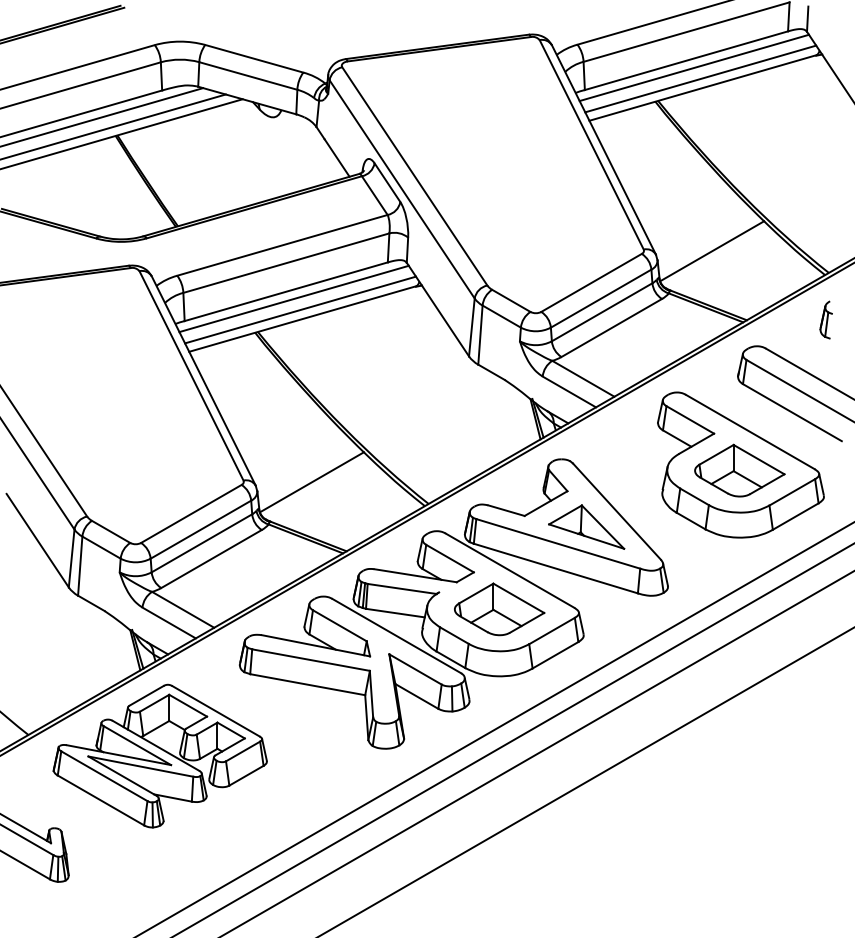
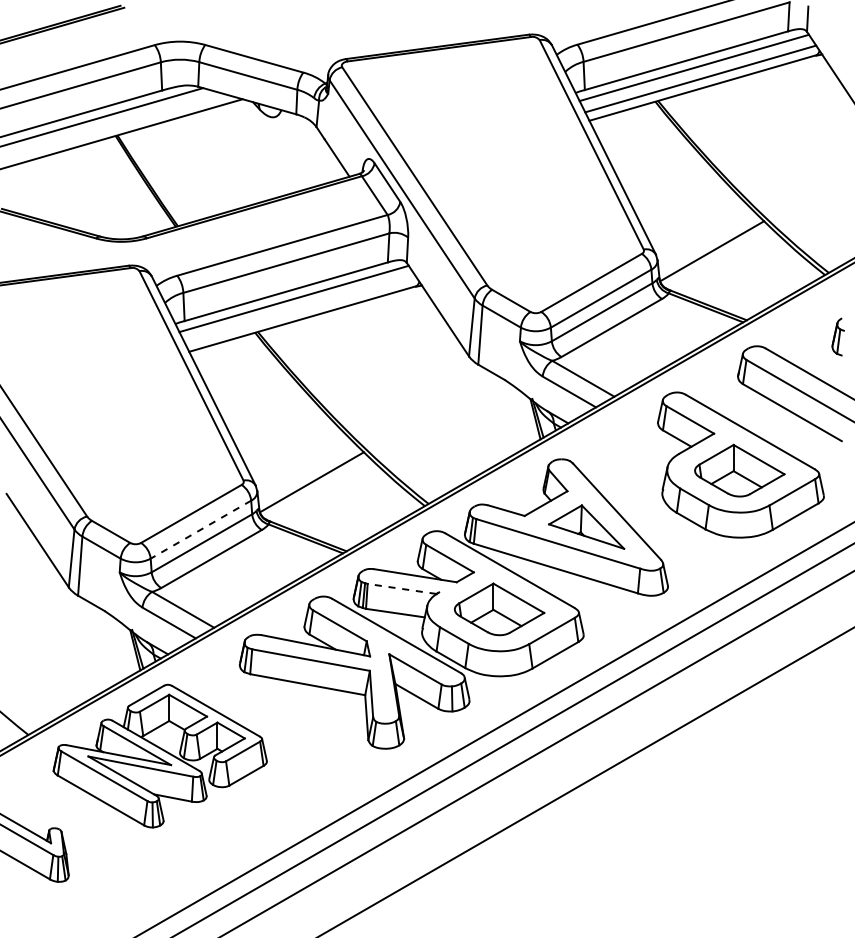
line at (113, 126): present -> none
line at (300, 309): present -> none
part at (825, 319) position: (825, 319) -> (837, 336)
line at (200, 529): solid -> dashed
line at (402, 588): solid -> dashed
